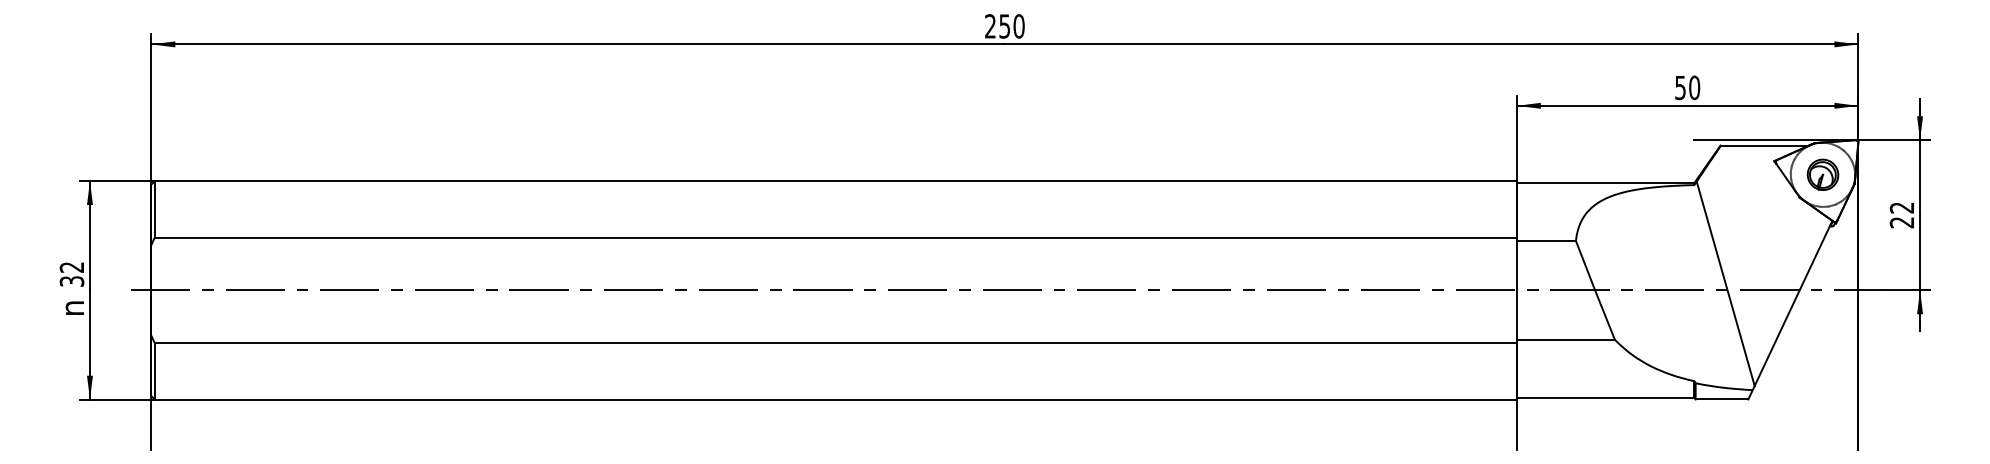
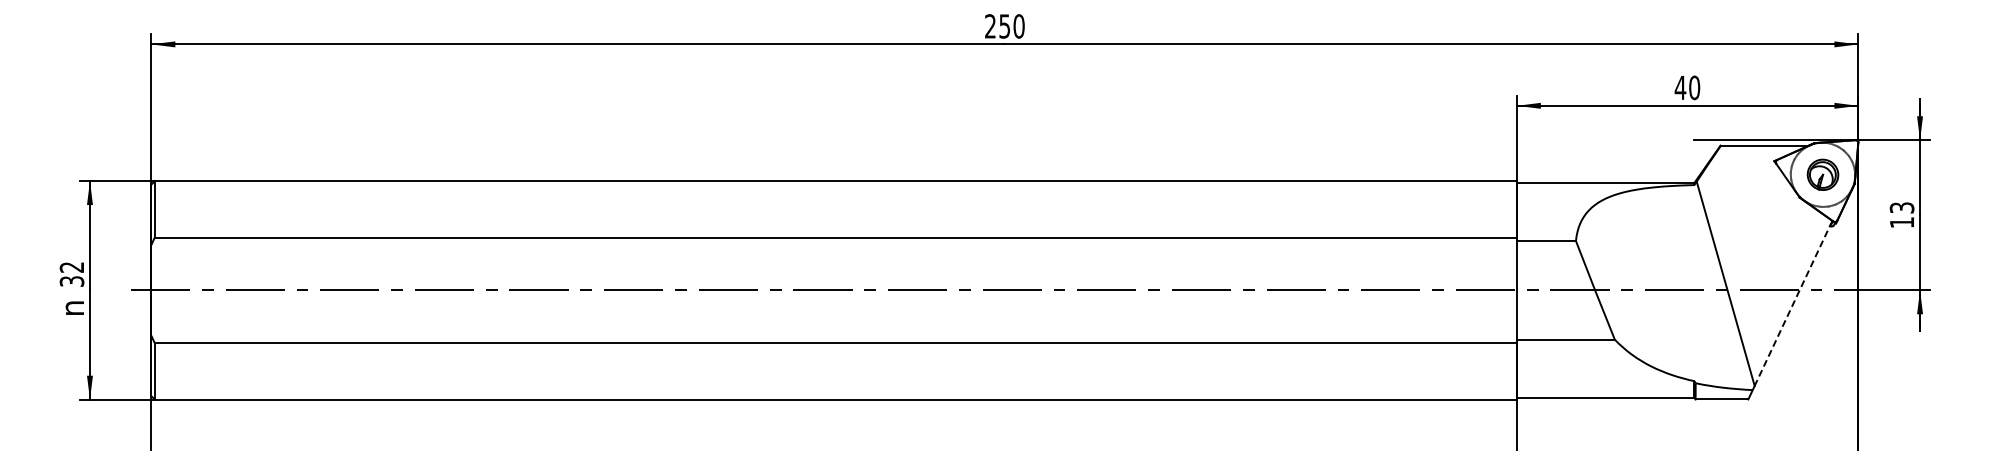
text at (1680, 88): 50 -> 40
text at (1901, 215): 22 -> 13
line at (1793, 303): solid -> dashed
